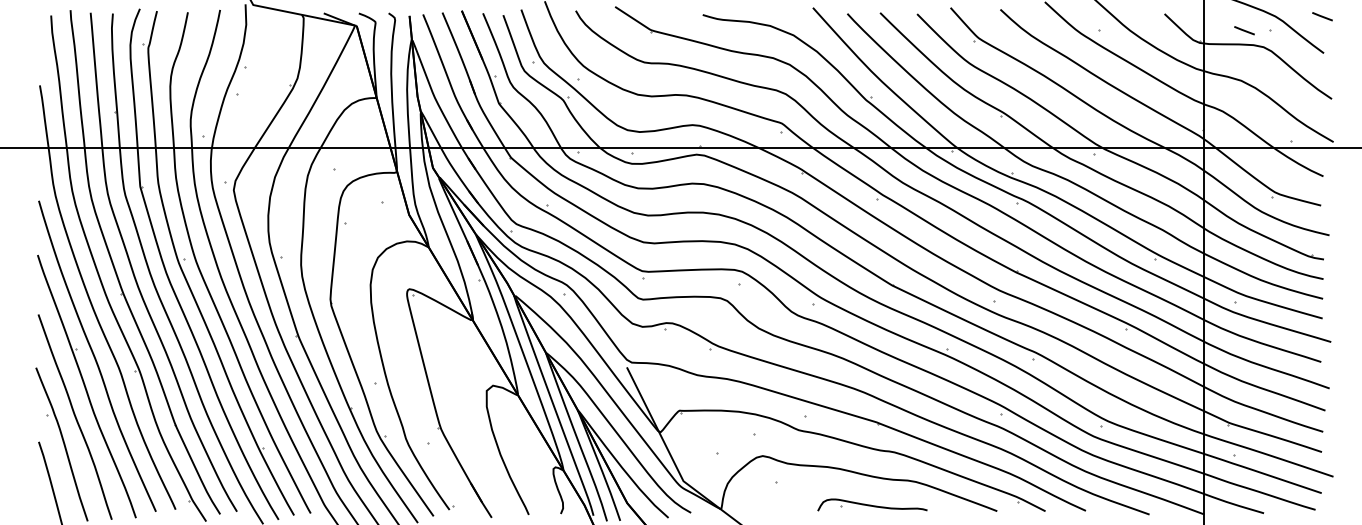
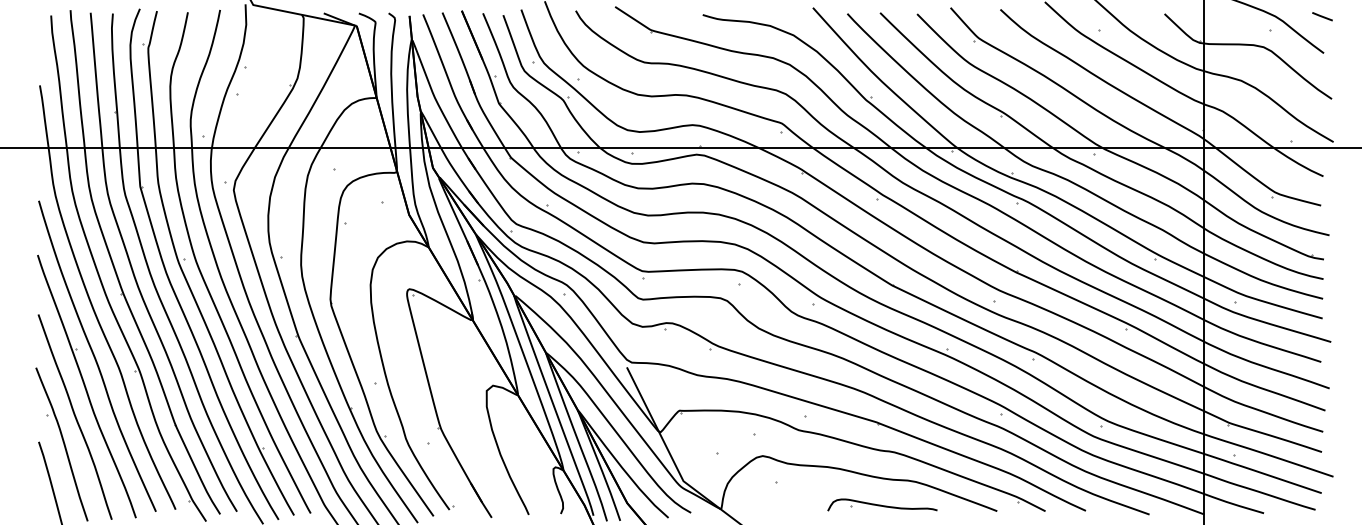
line at (1244, 30): present -> none
part at (872, 504) position: (872, 504) -> (882, 504)
